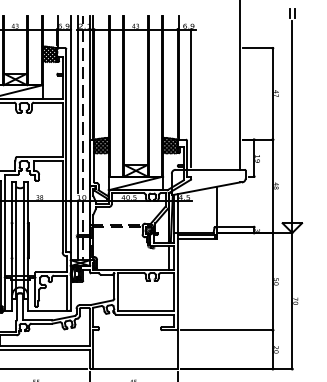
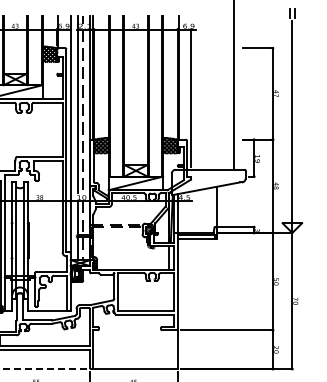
line at (239, 85) position: (239, 85) -> (233, 85)
line at (43, 369): solid -> dashed
